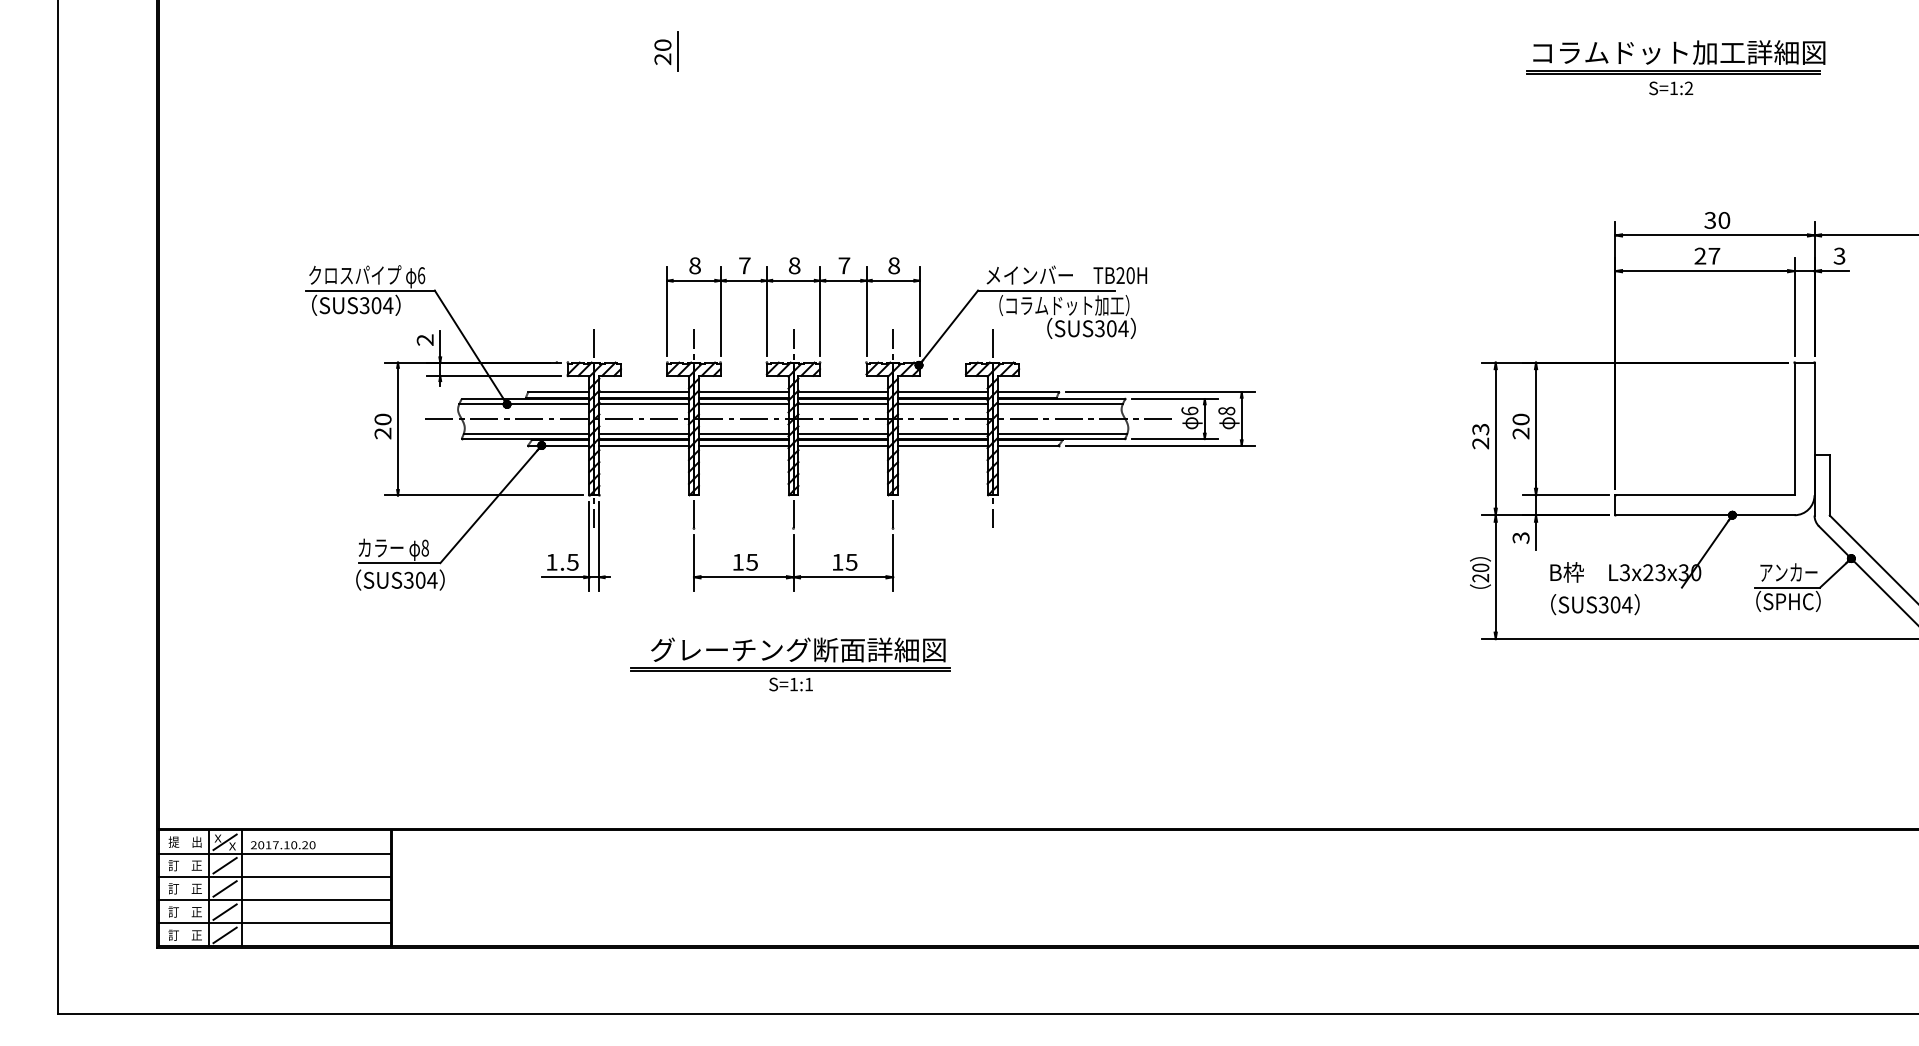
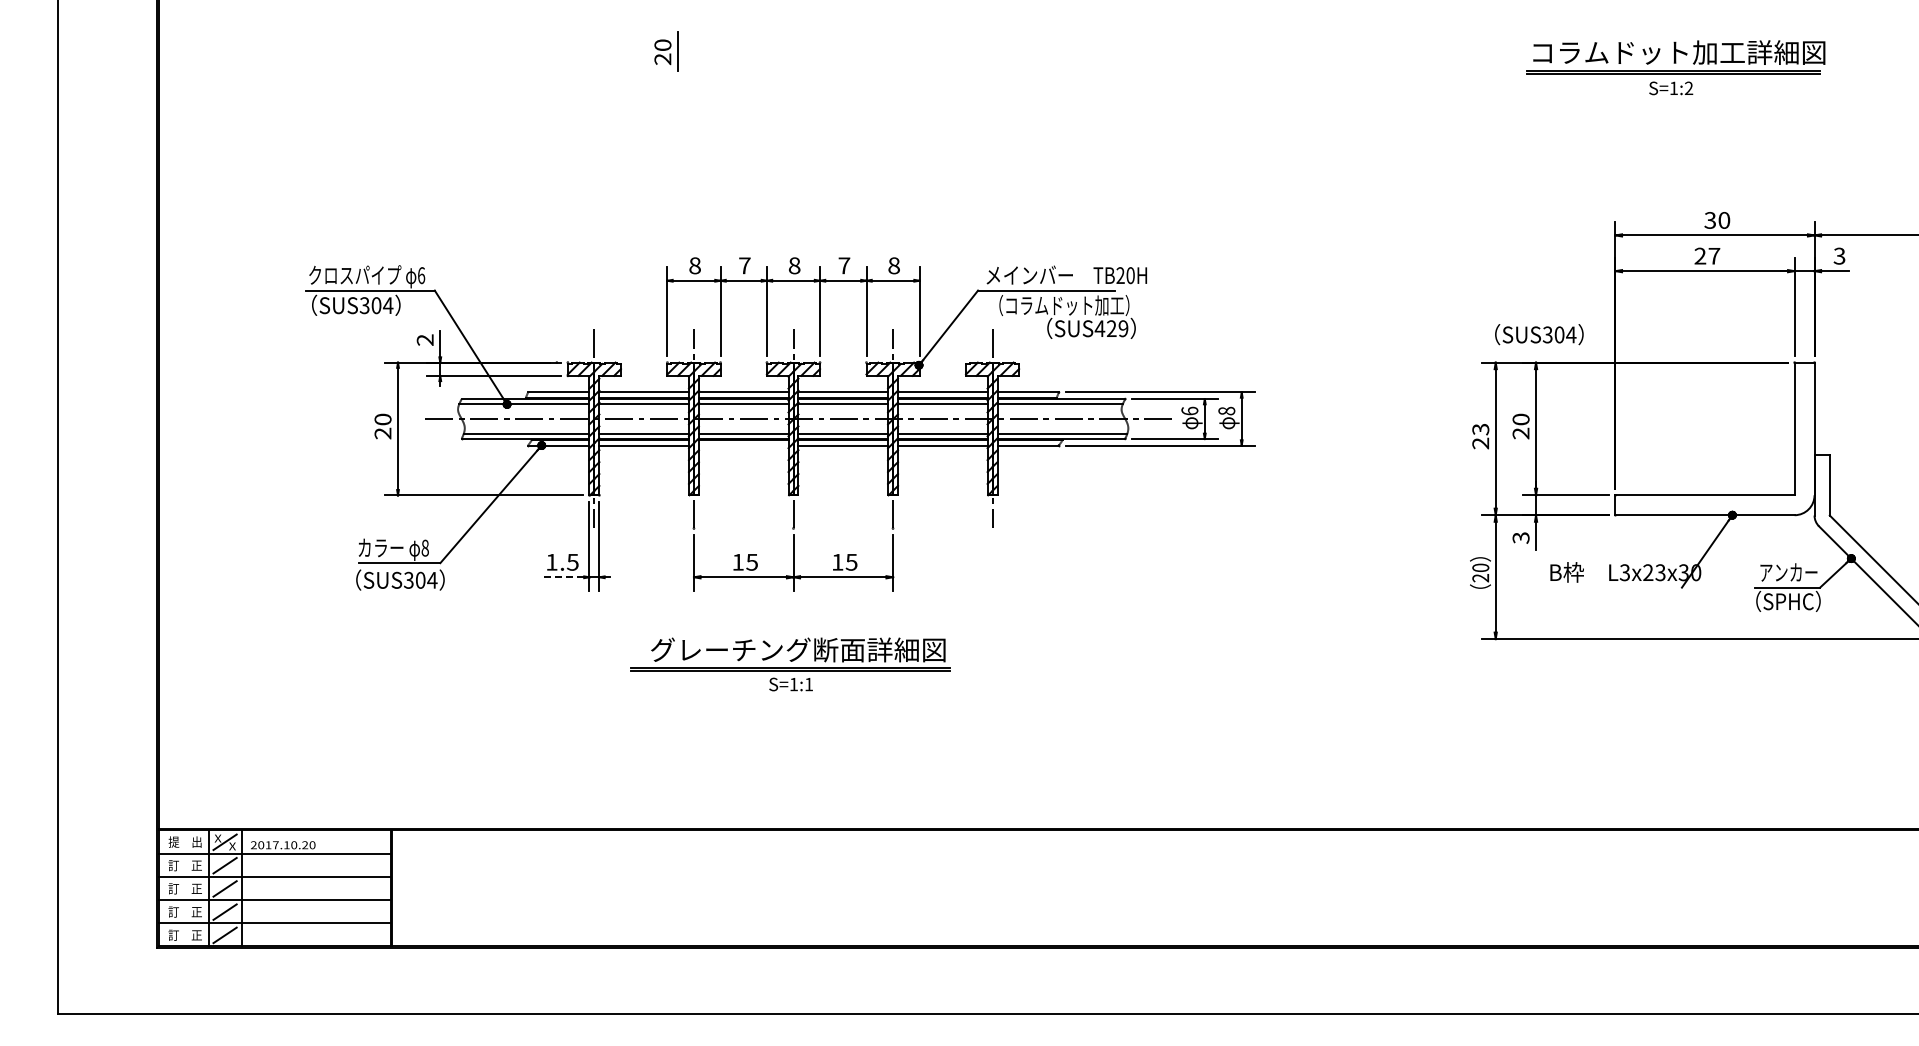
text at (1111, 328): SUS304 -> SUS429
line at (743, 445): present -> none
line at (562, 577): solid -> dashed
text at (1595, 604) position: (1595, 604) -> (1539, 334)
